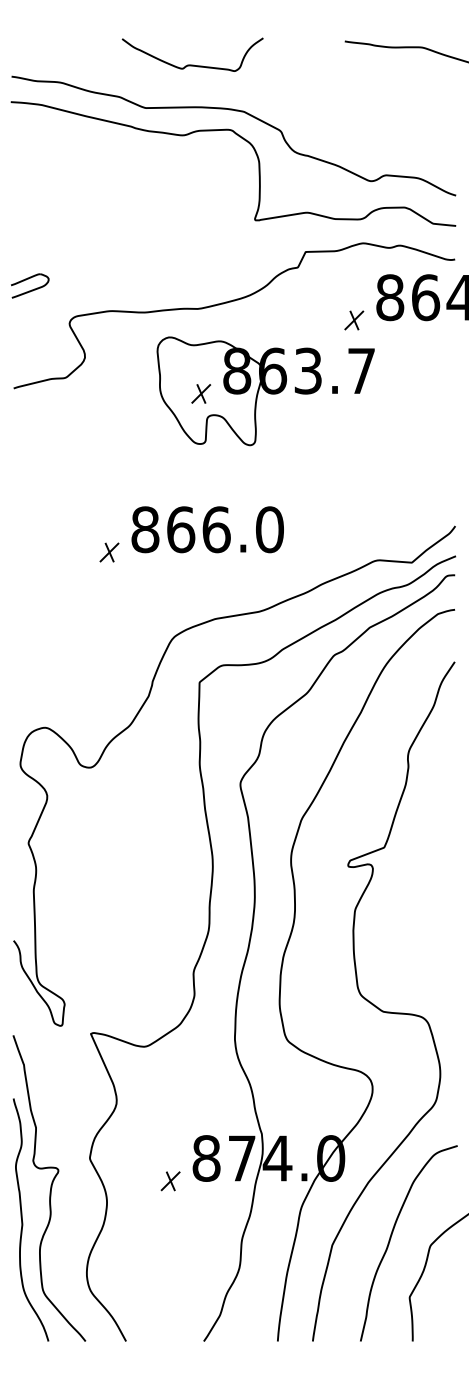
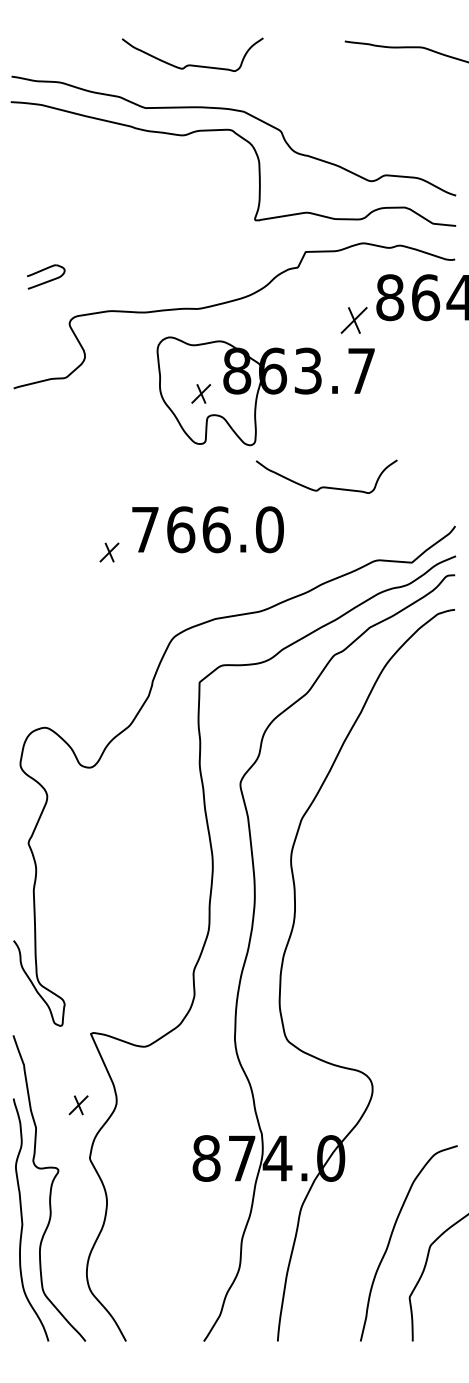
part at (30, 285) position: (30, 285) -> (46, 276)
part at (354, 320) size: 21x21 px -> 28x27 px
curve at (326, 486): none -> present
text at (145, 529): 866.0 -> 766.0
curve at (380, 1008): present -> none
part at (170, 1181) position: (170, 1181) -> (78, 1105)
